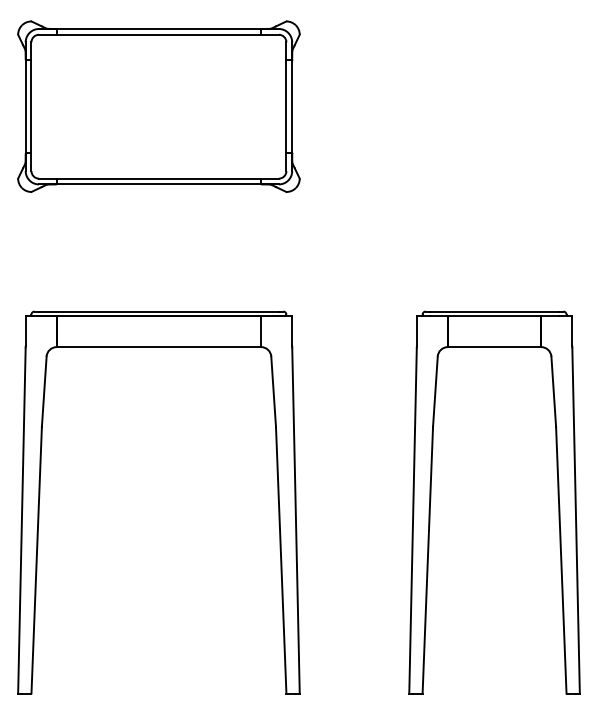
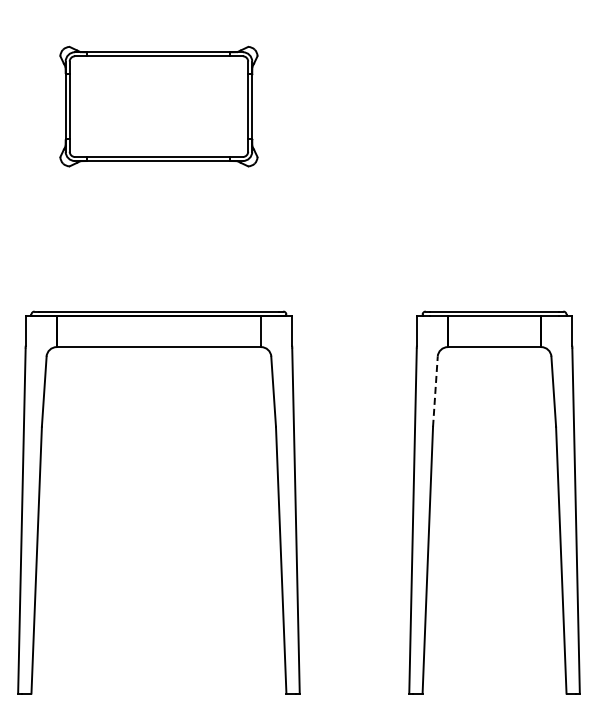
part at (158, 106) size: 284x173 px -> 200x123 px
line at (435, 391): solid -> dashed
